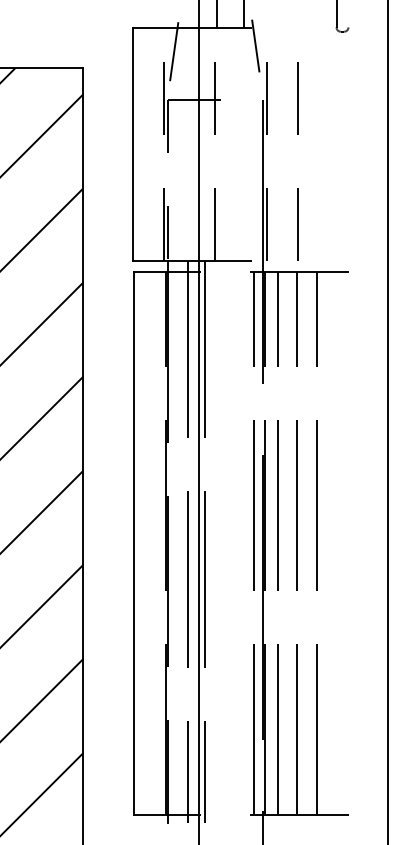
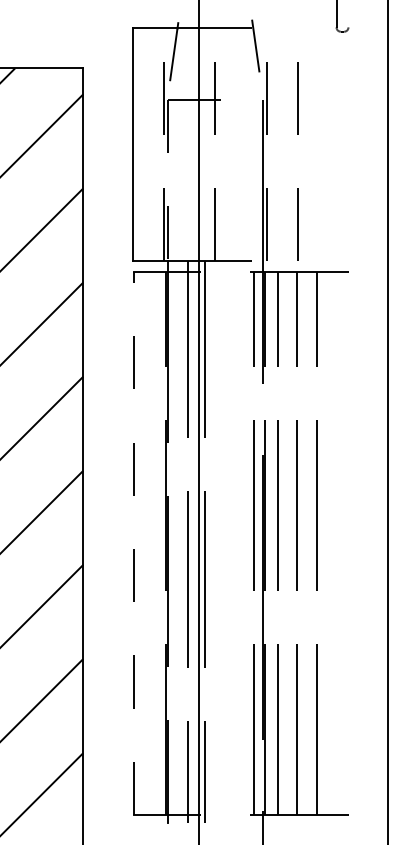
line at (216, 15): present -> none
line at (244, 15): present -> none
line at (134, 543): solid -> dashed
